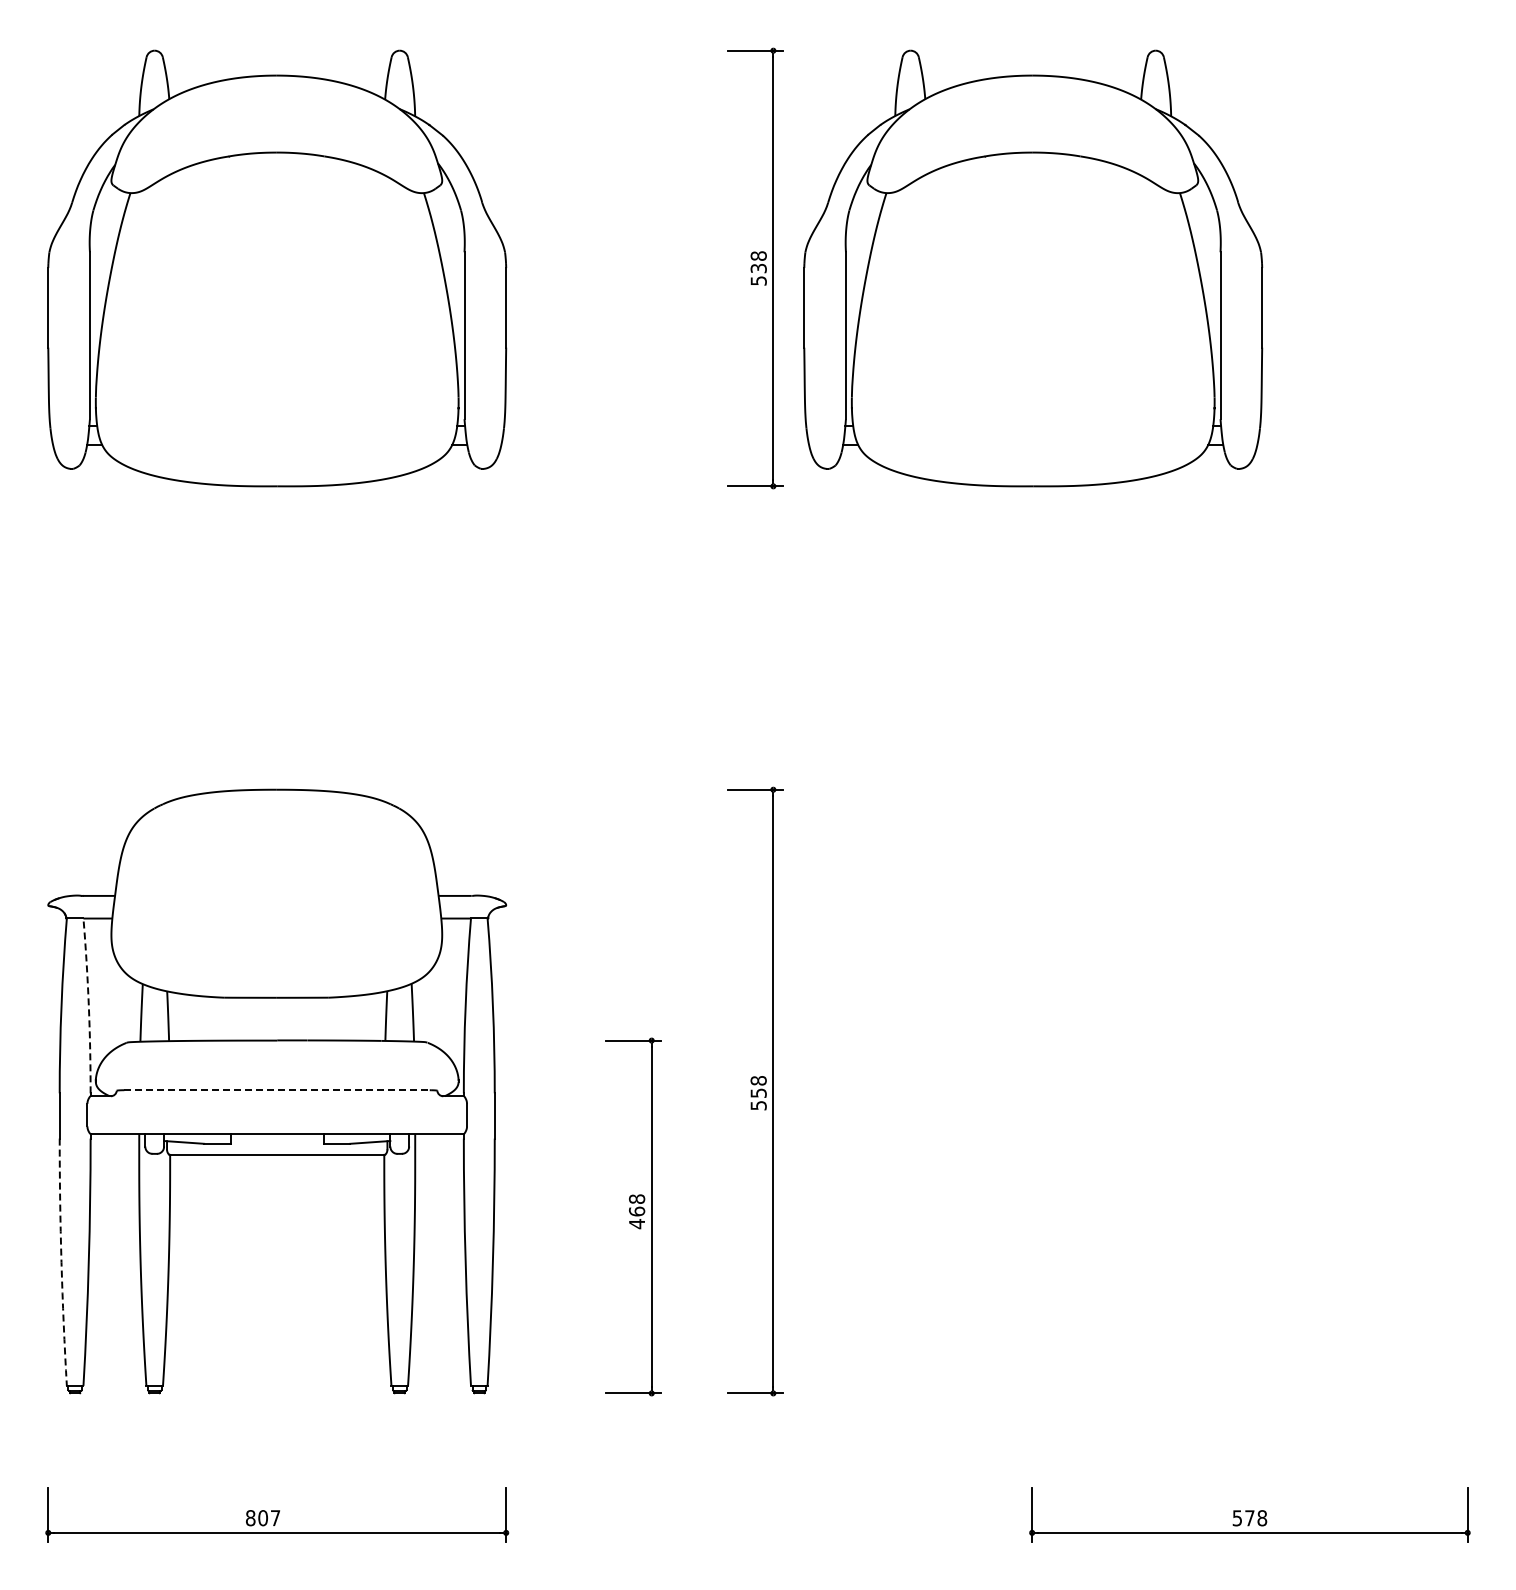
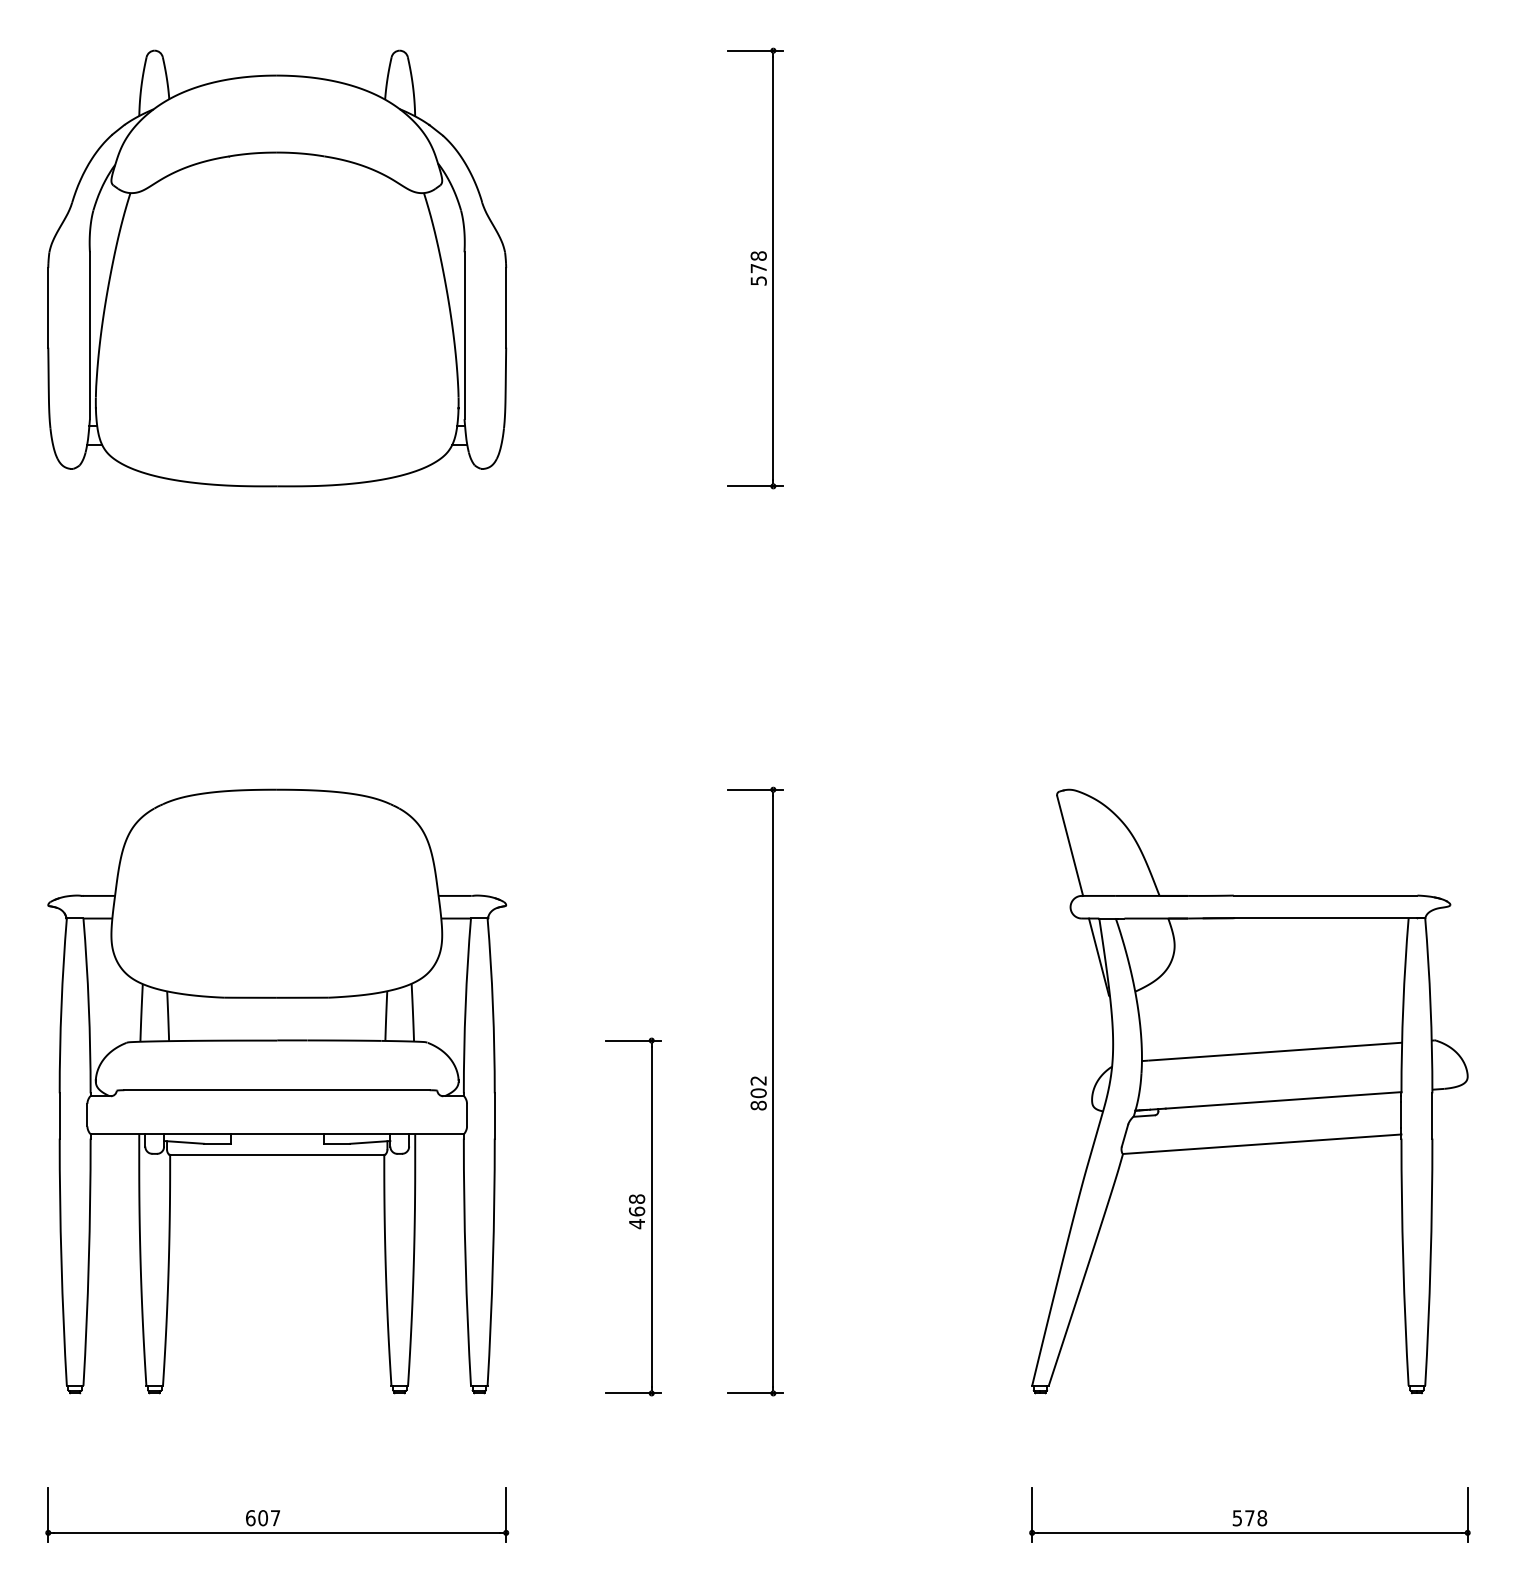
text at (758, 268): 538 -> 578
part at (1033, 268): present -> none
arc at (88, 1005): dashed -> solid
line at (277, 1090): dashed -> solid
part at (1249, 1091): none -> present
text at (758, 1093): 558 -> 802
arc at (61, 1262): dashed -> solid
text at (250, 1518): 807 -> 607
